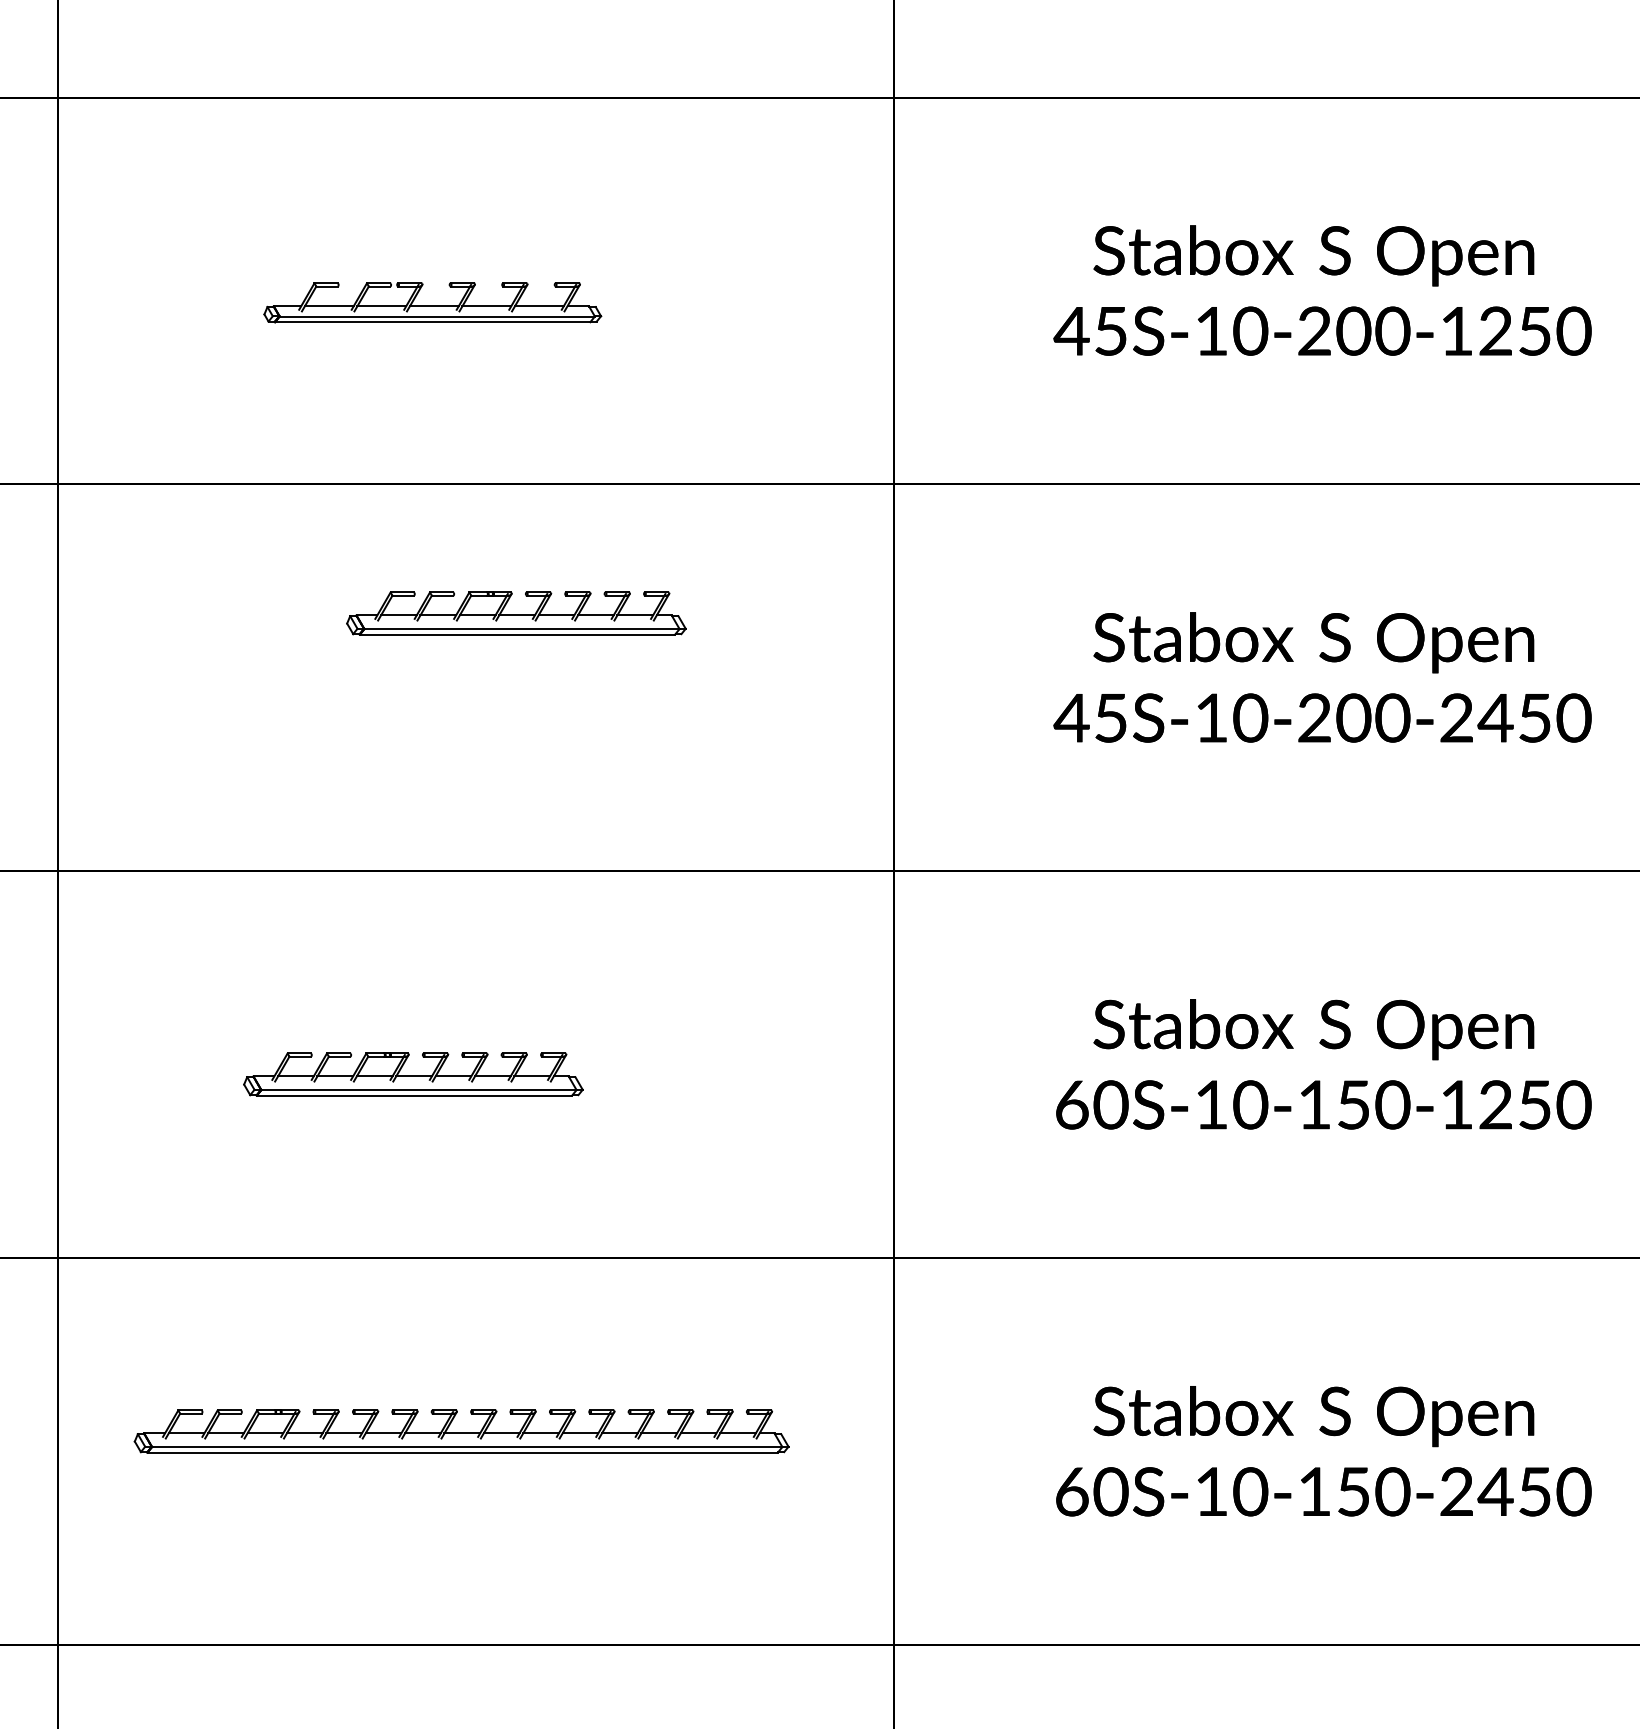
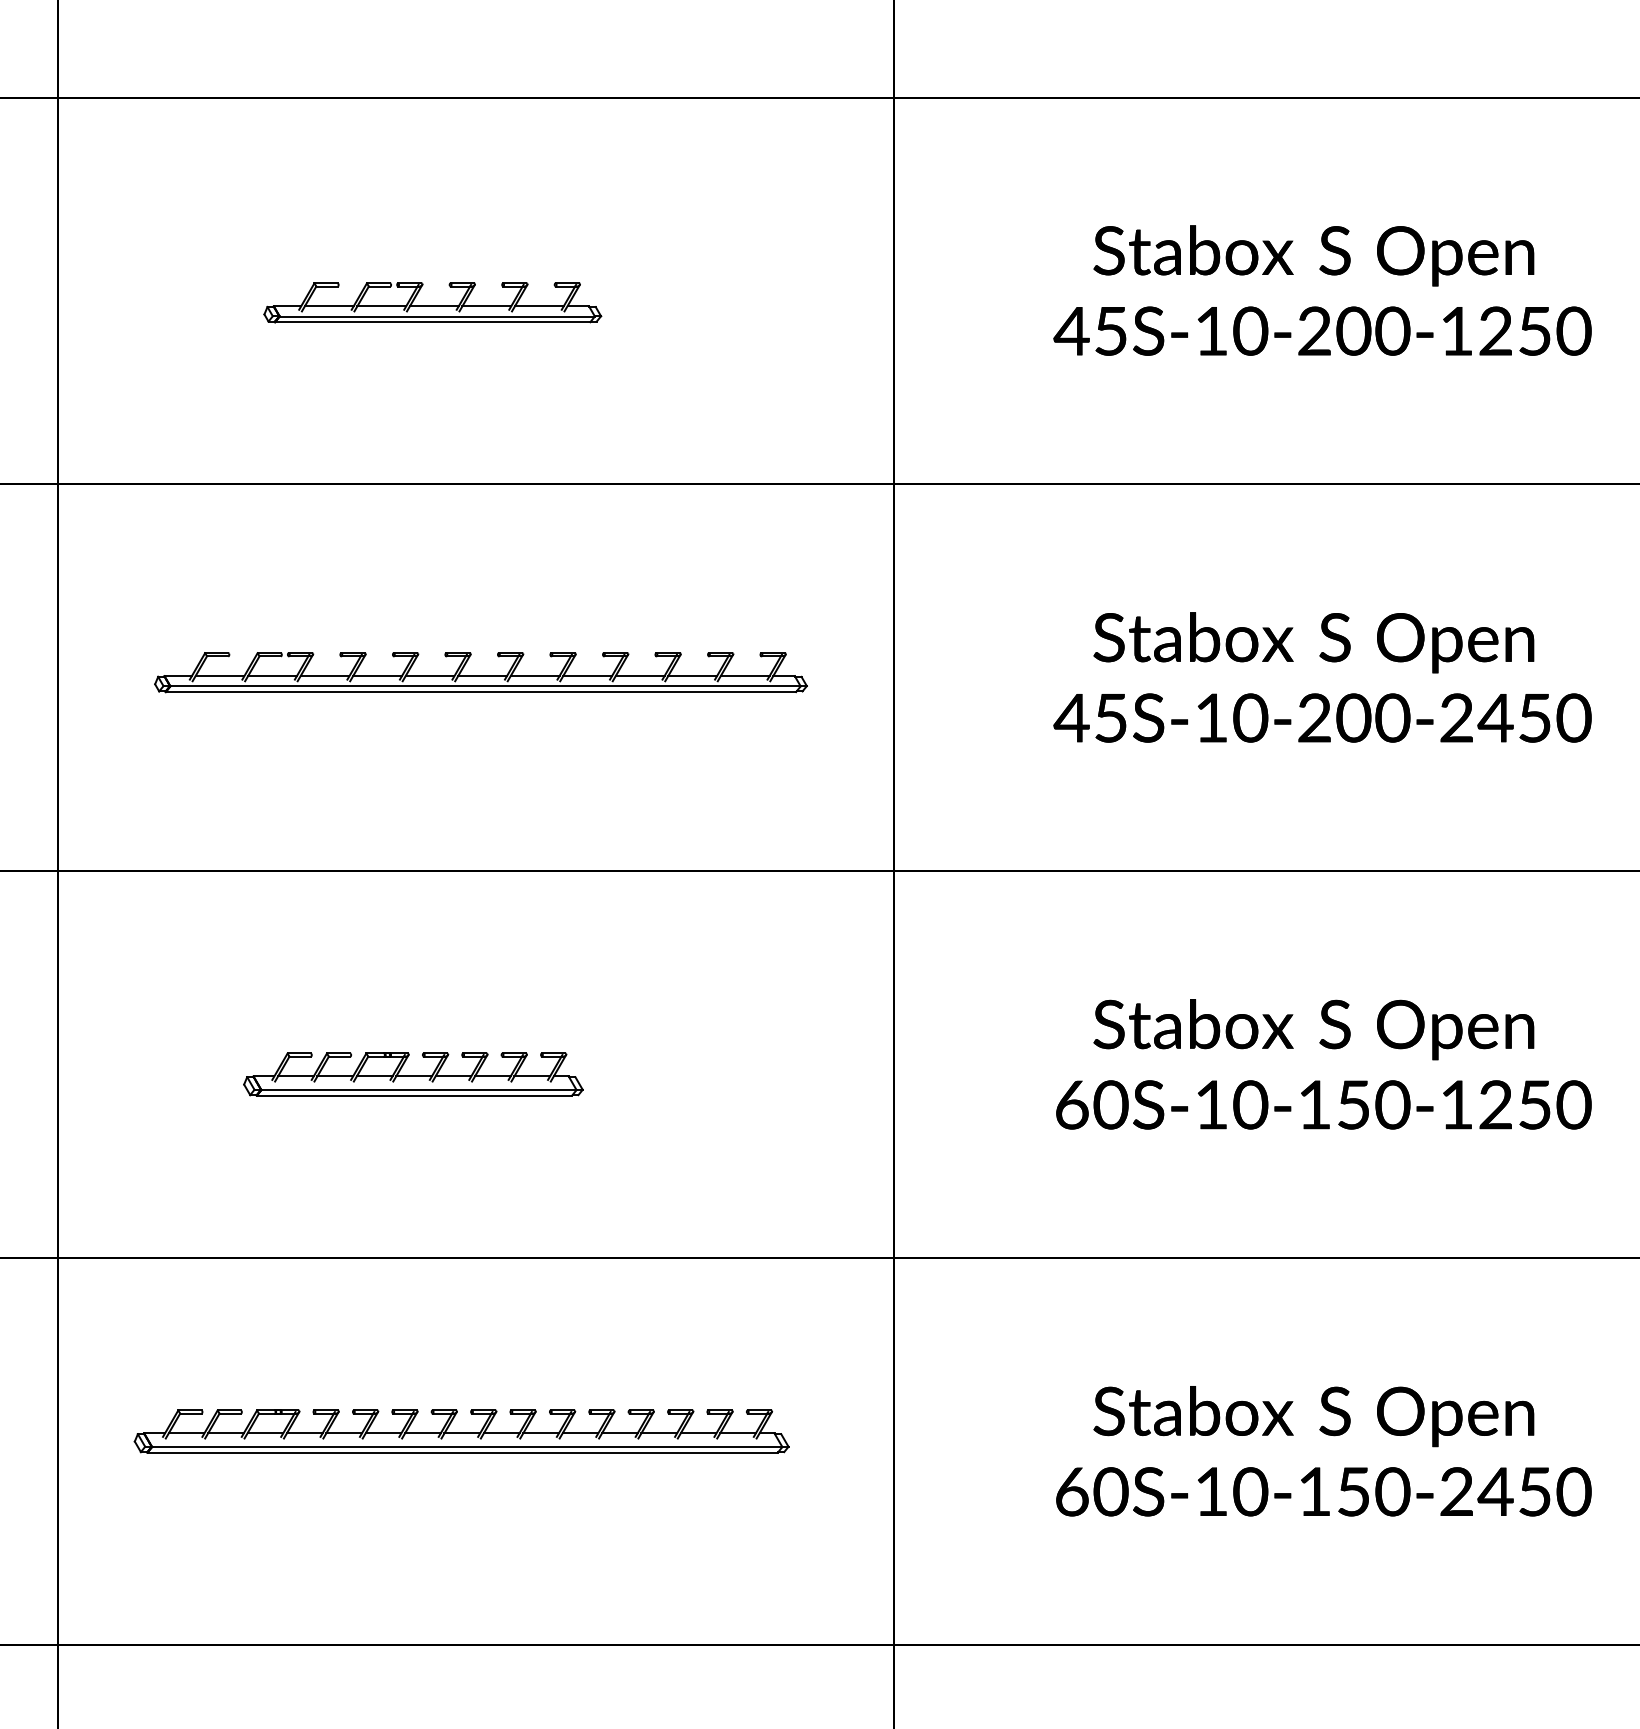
part at (516, 613): present -> none
part at (480, 672): none -> present
